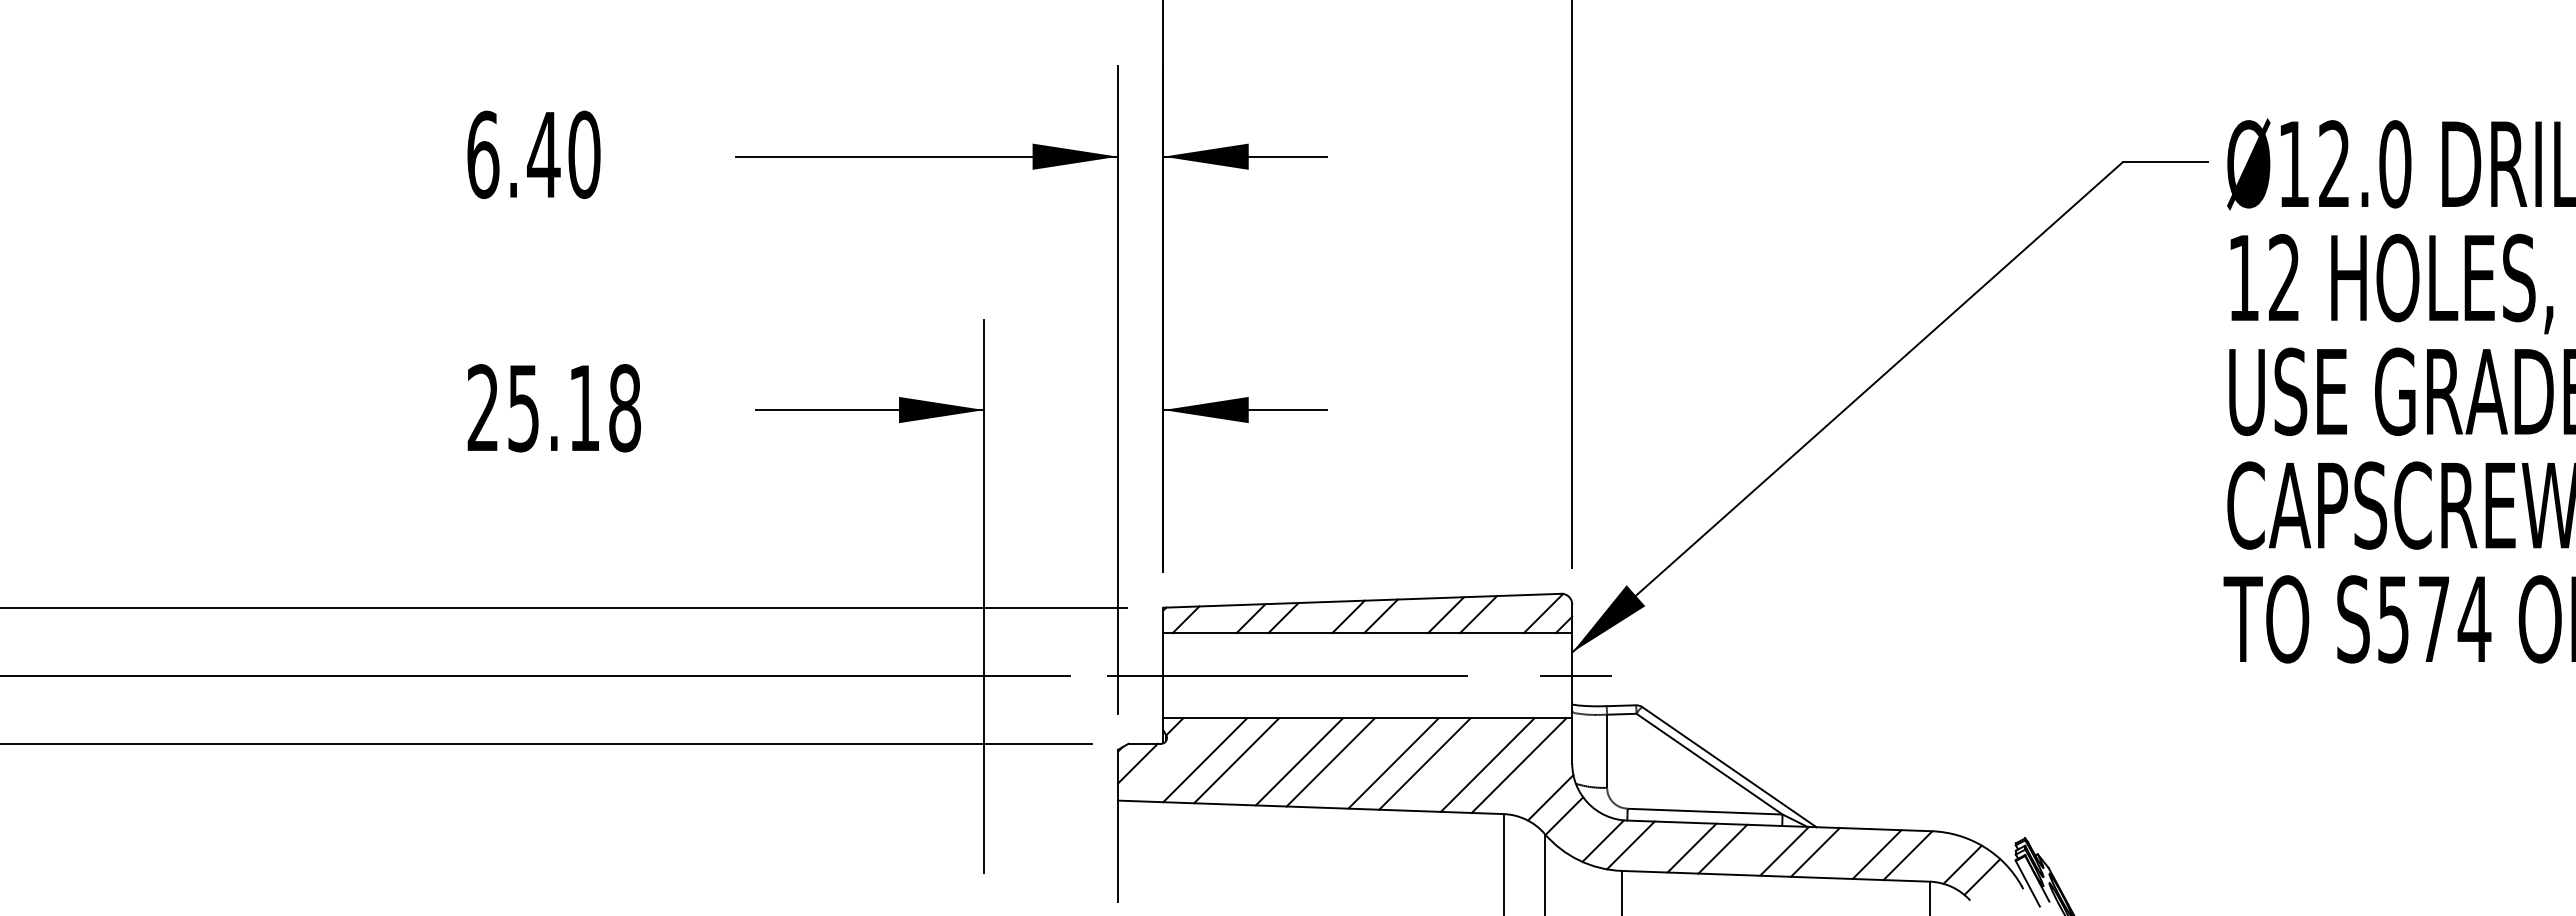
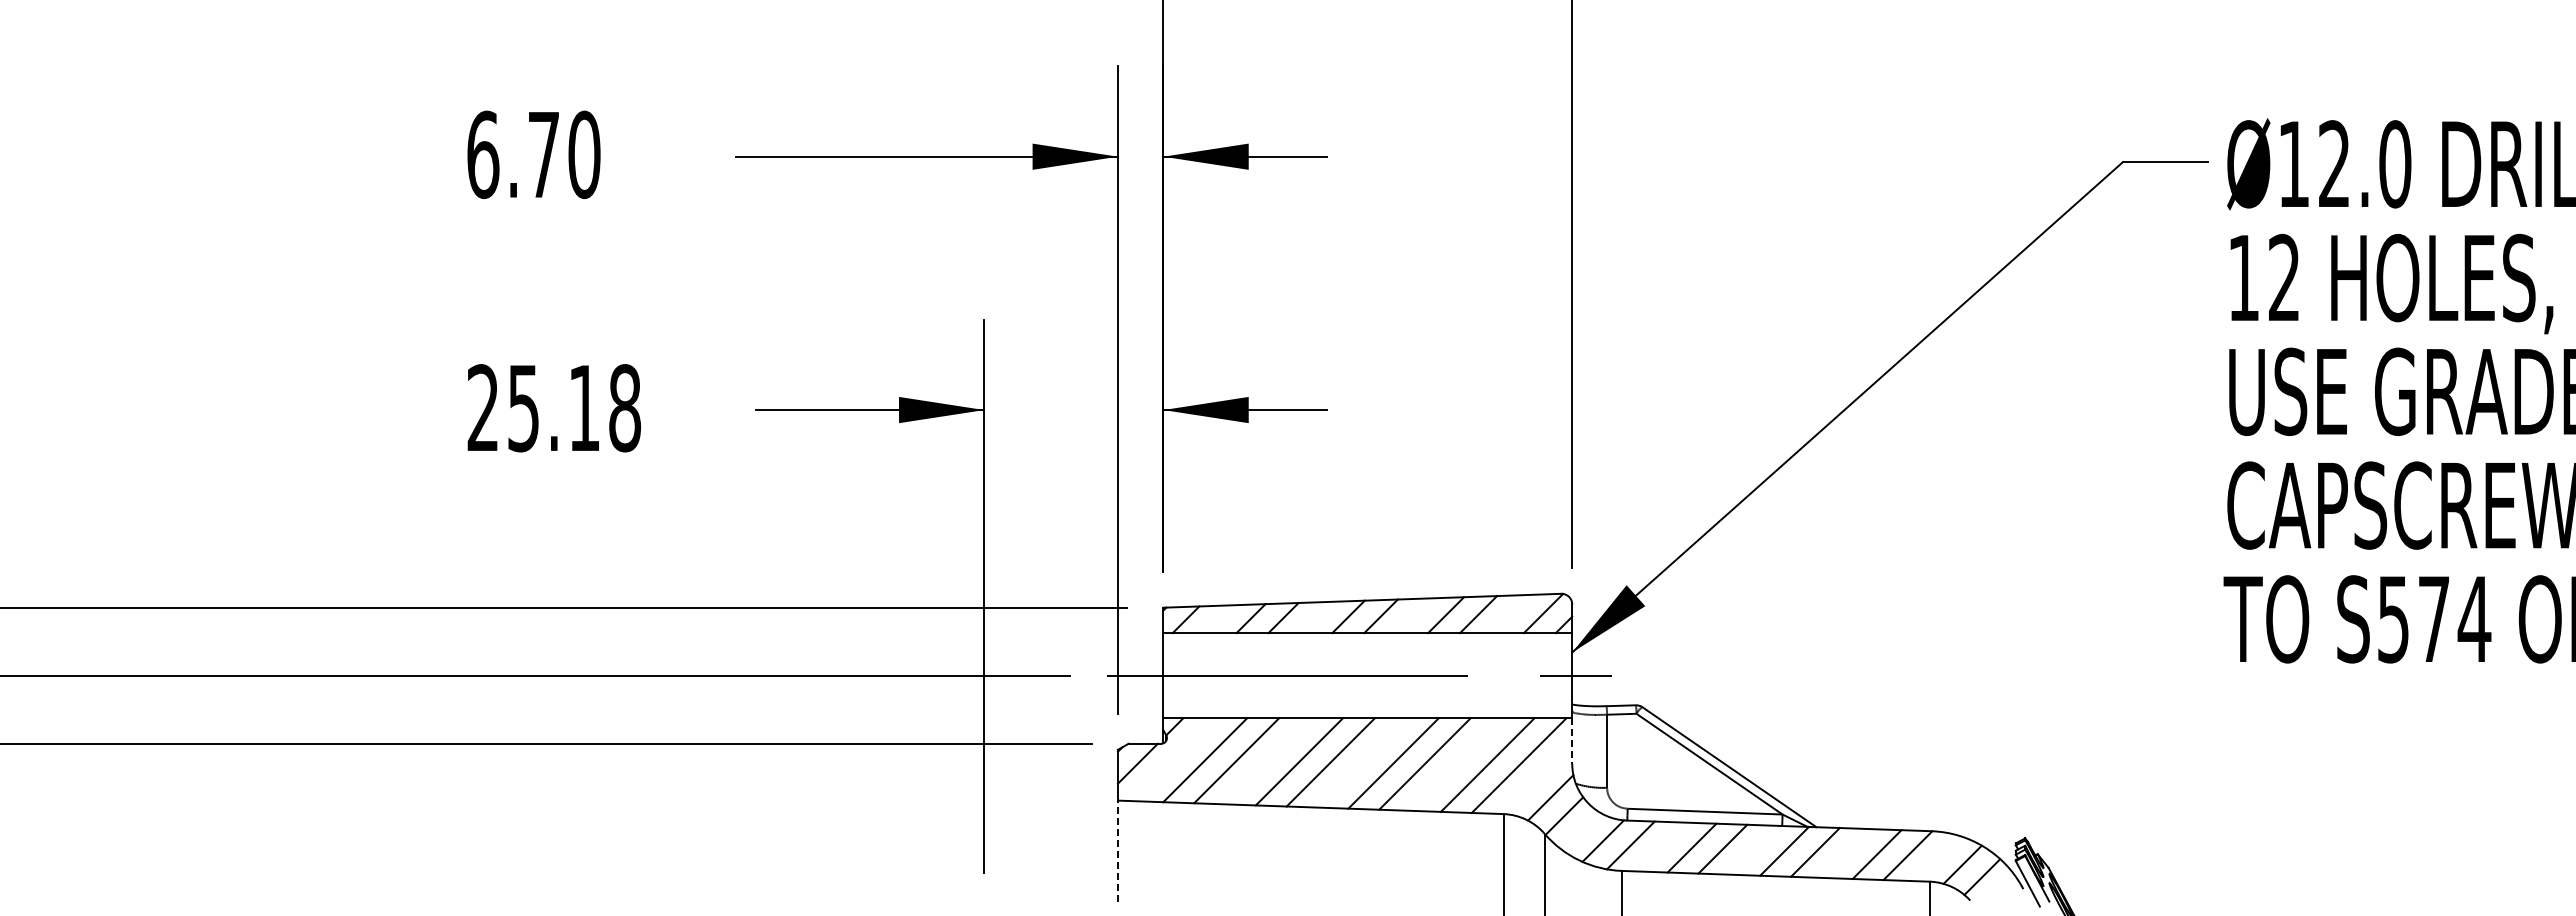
text at (543, 154): 6.40 -> 6.70
line at (1572, 741): solid -> dashed
line at (1117, 851): solid -> dashed
